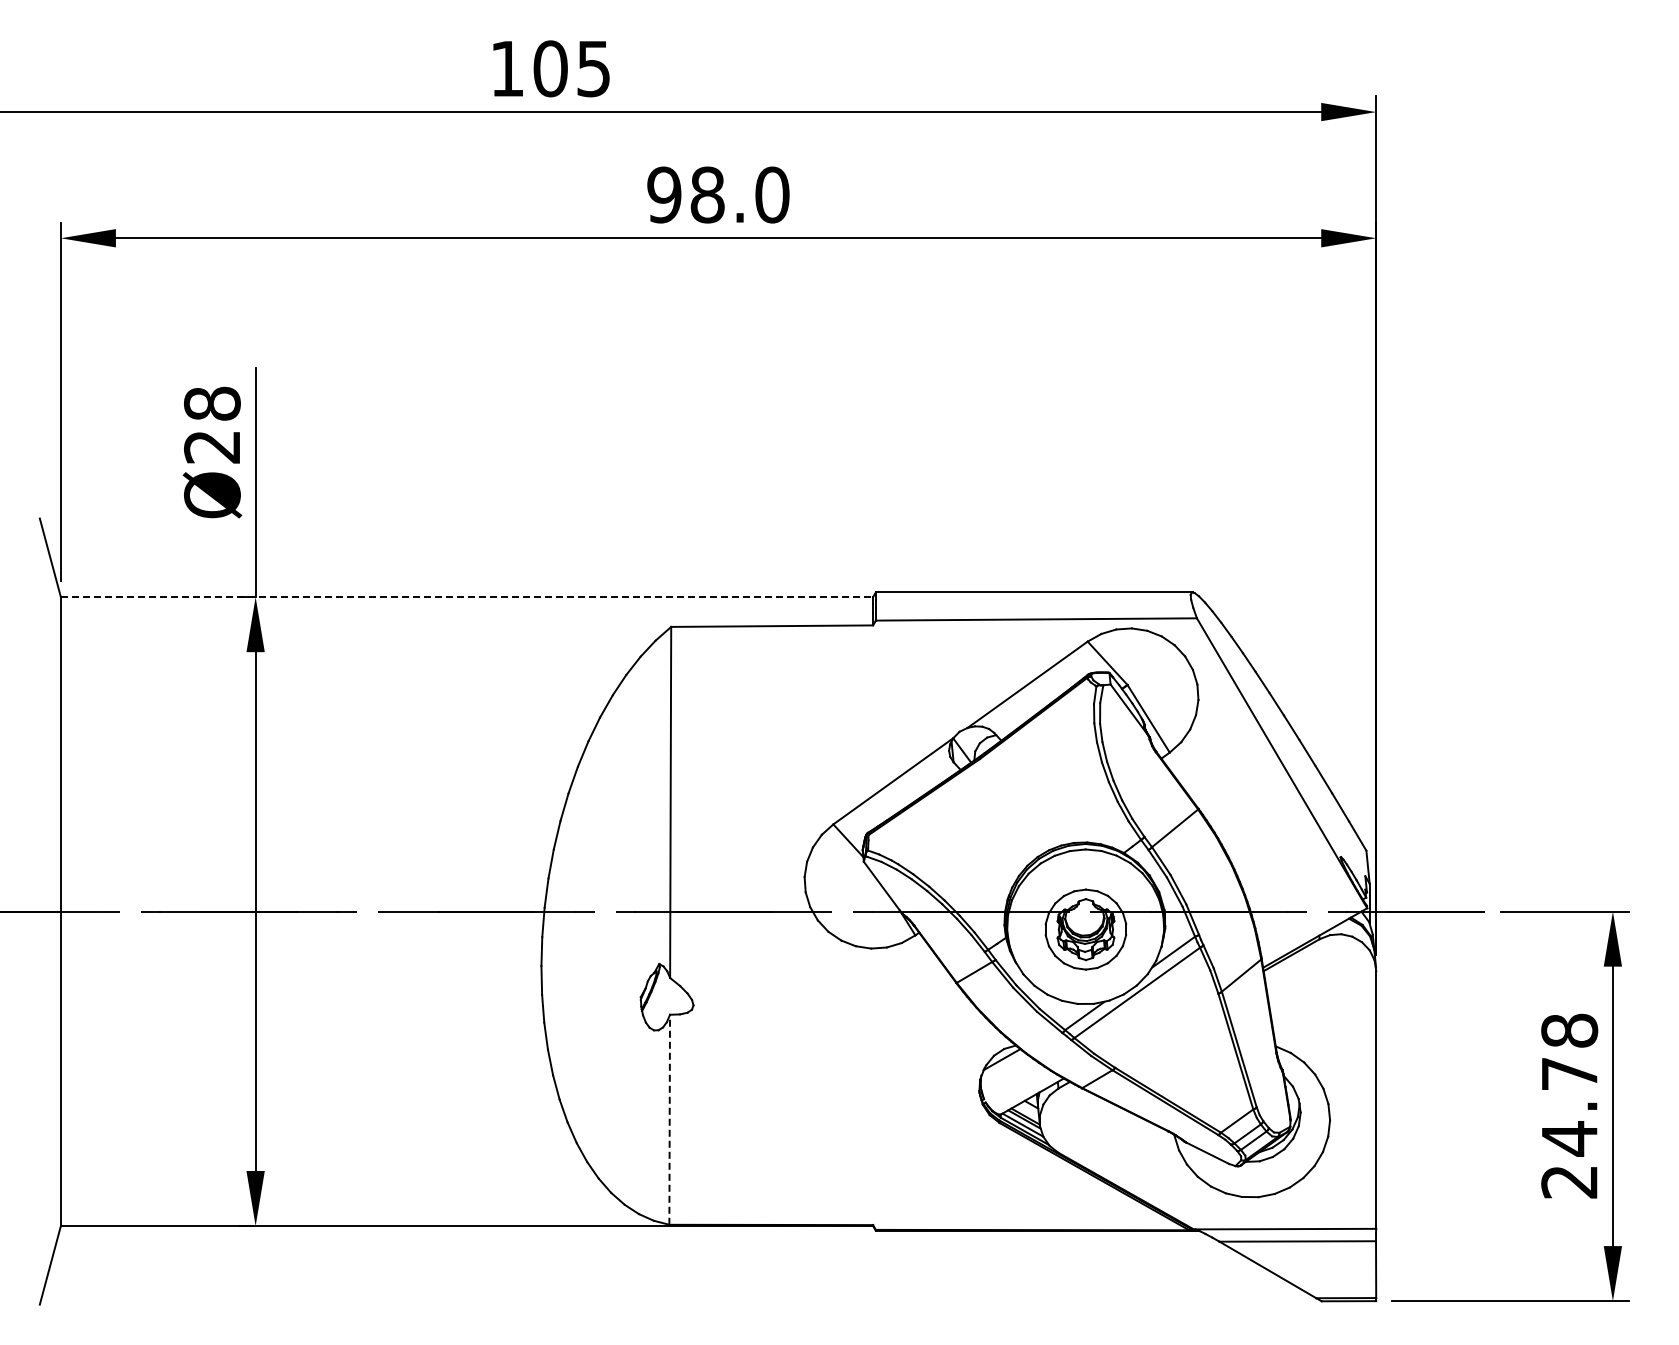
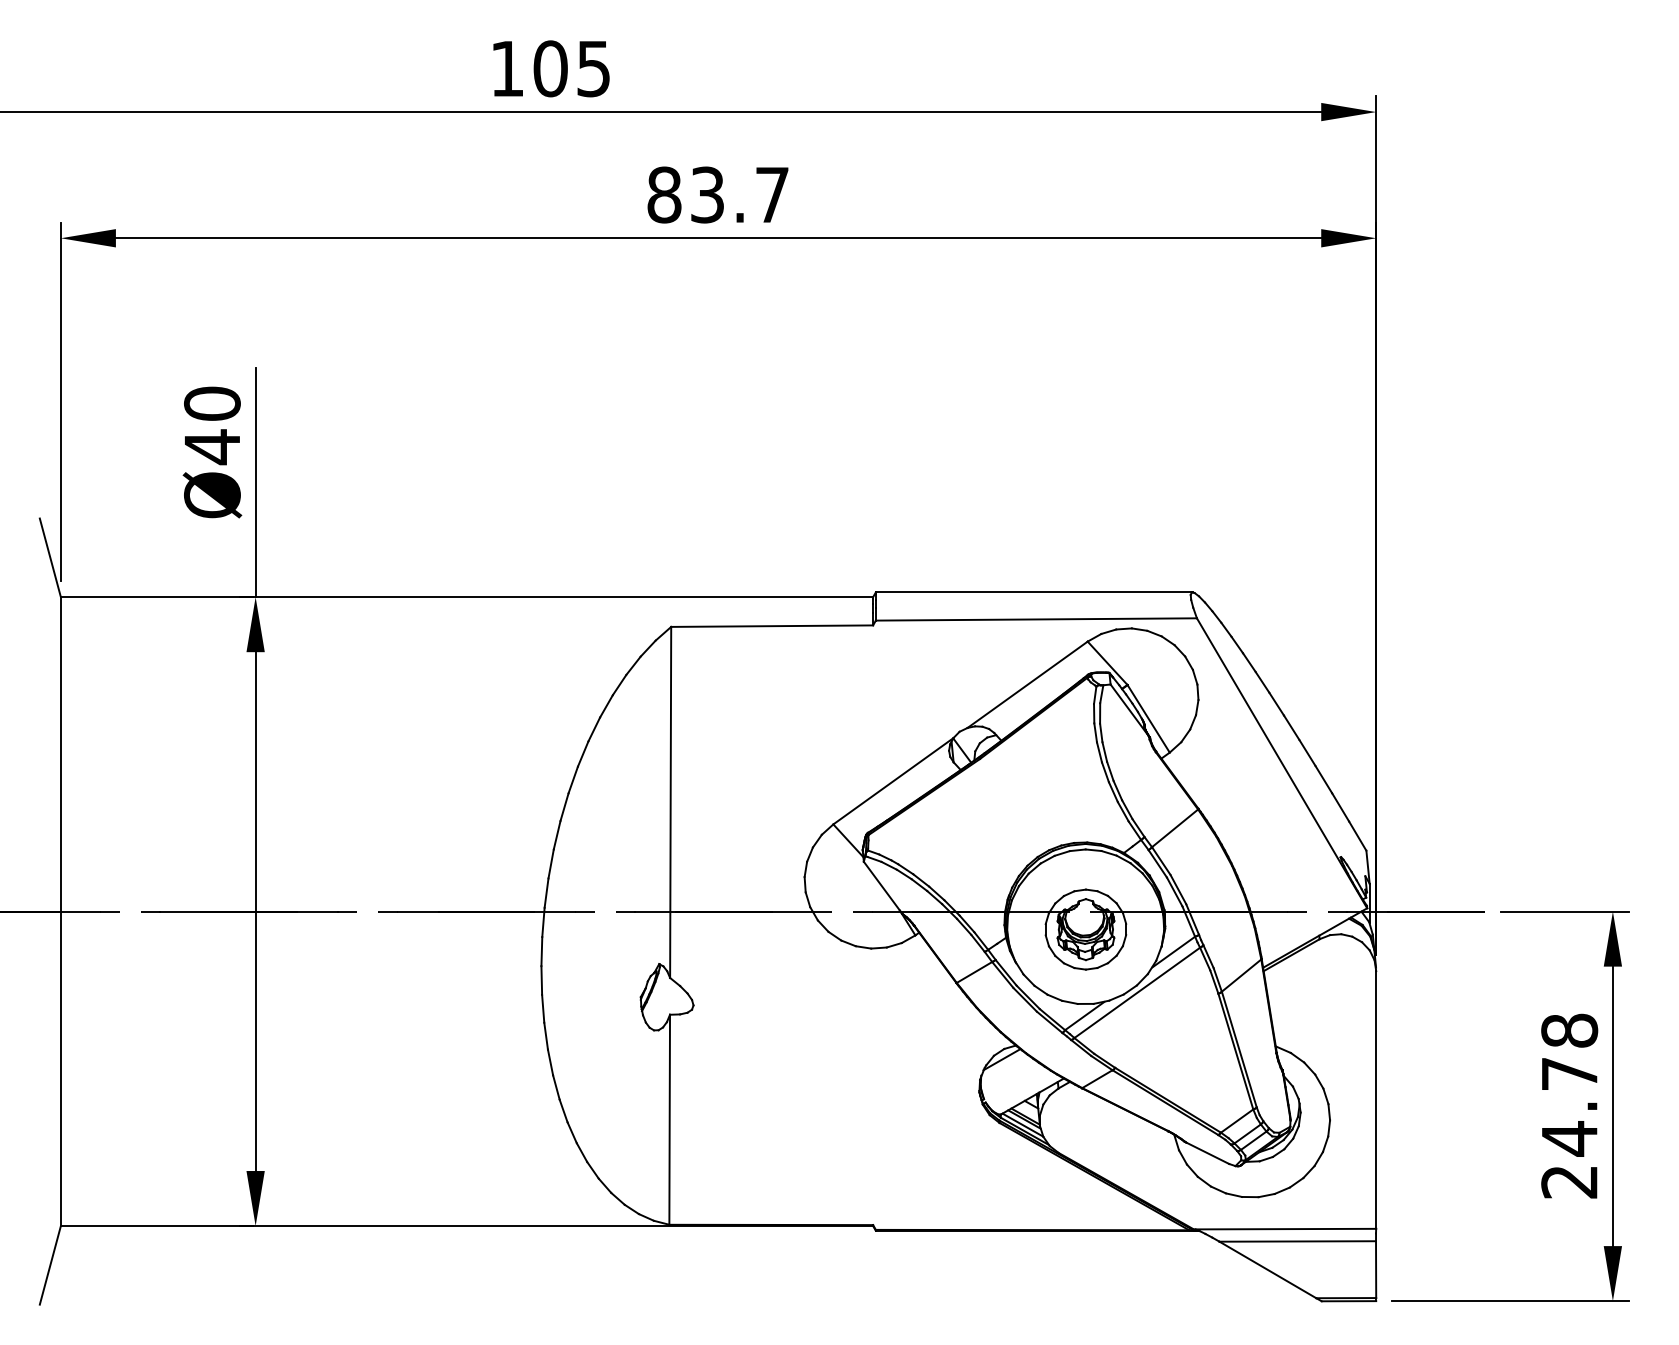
text at (718, 194): 98.0 -> 83.7
text at (212, 425): Ø28 -> Ø40
line at (467, 597): dashed -> solid
line at (669, 1119): dashed -> solid
